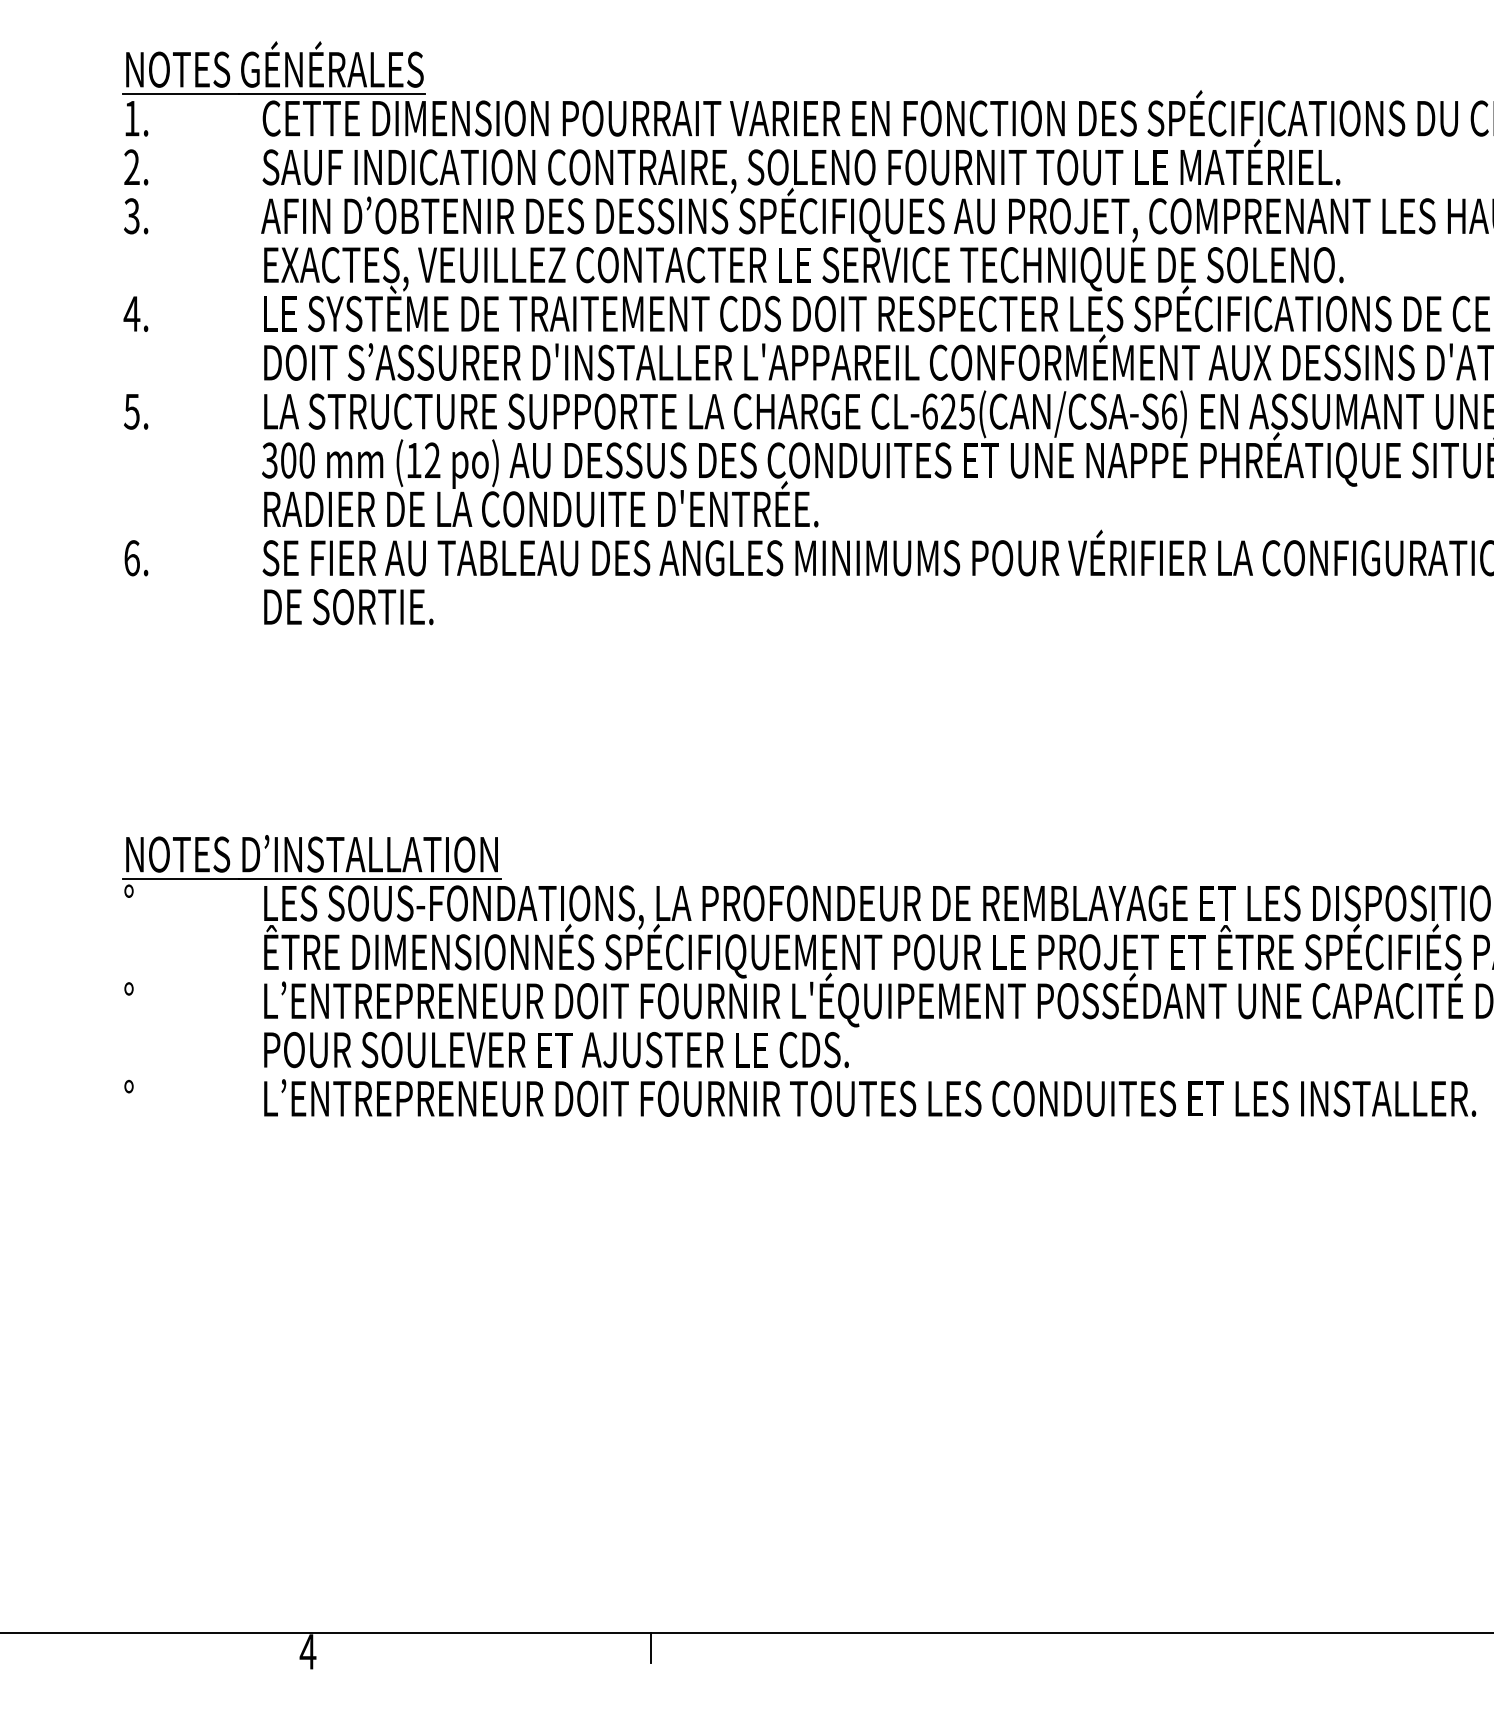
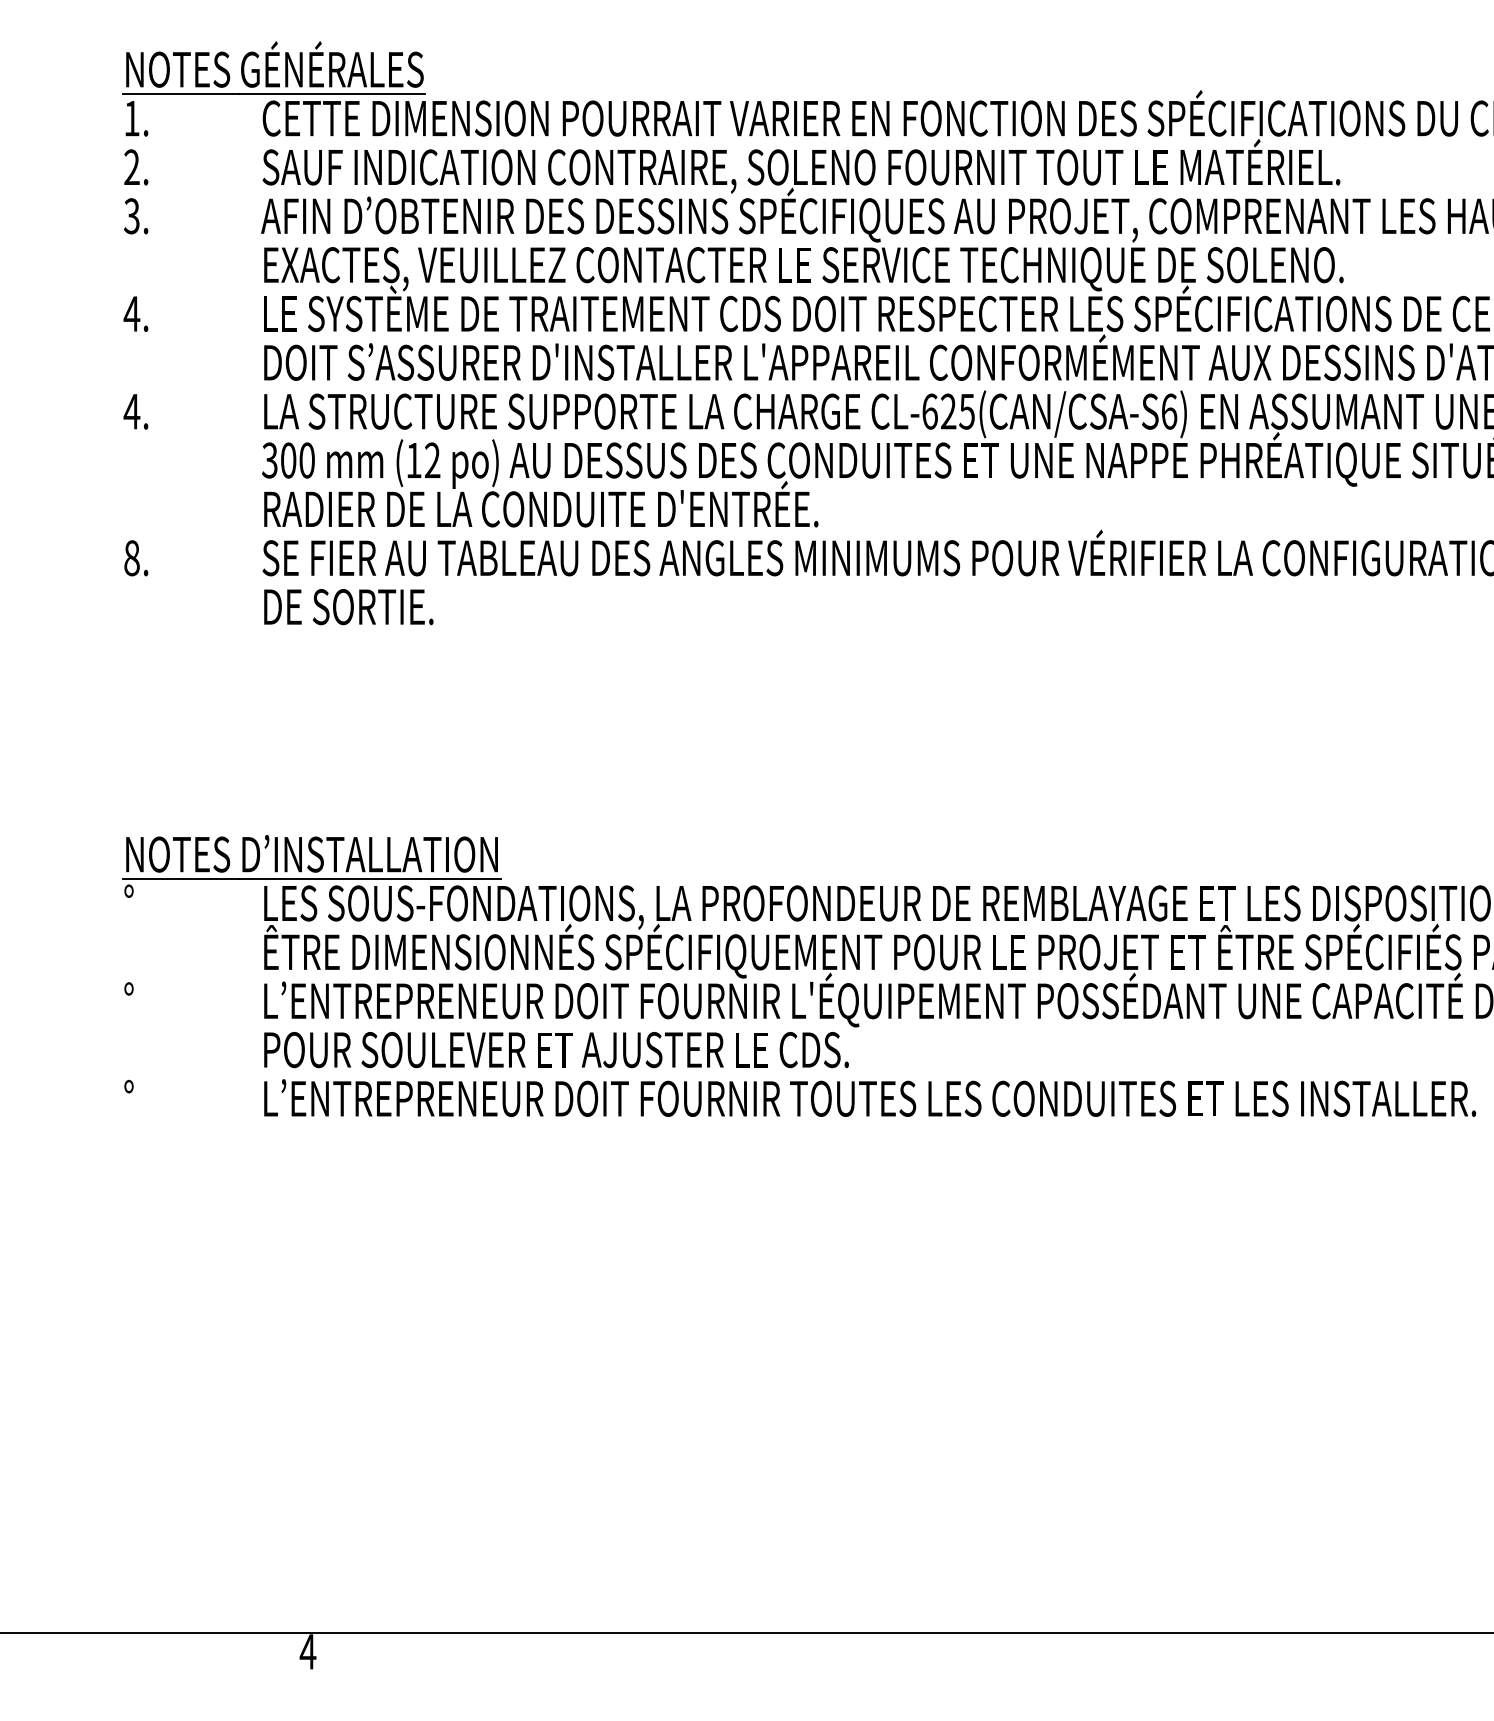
text at (131, 411): 5. -> 4.
text at (131, 558): 6. -> 8.
line at (651, 1647): present -> none
